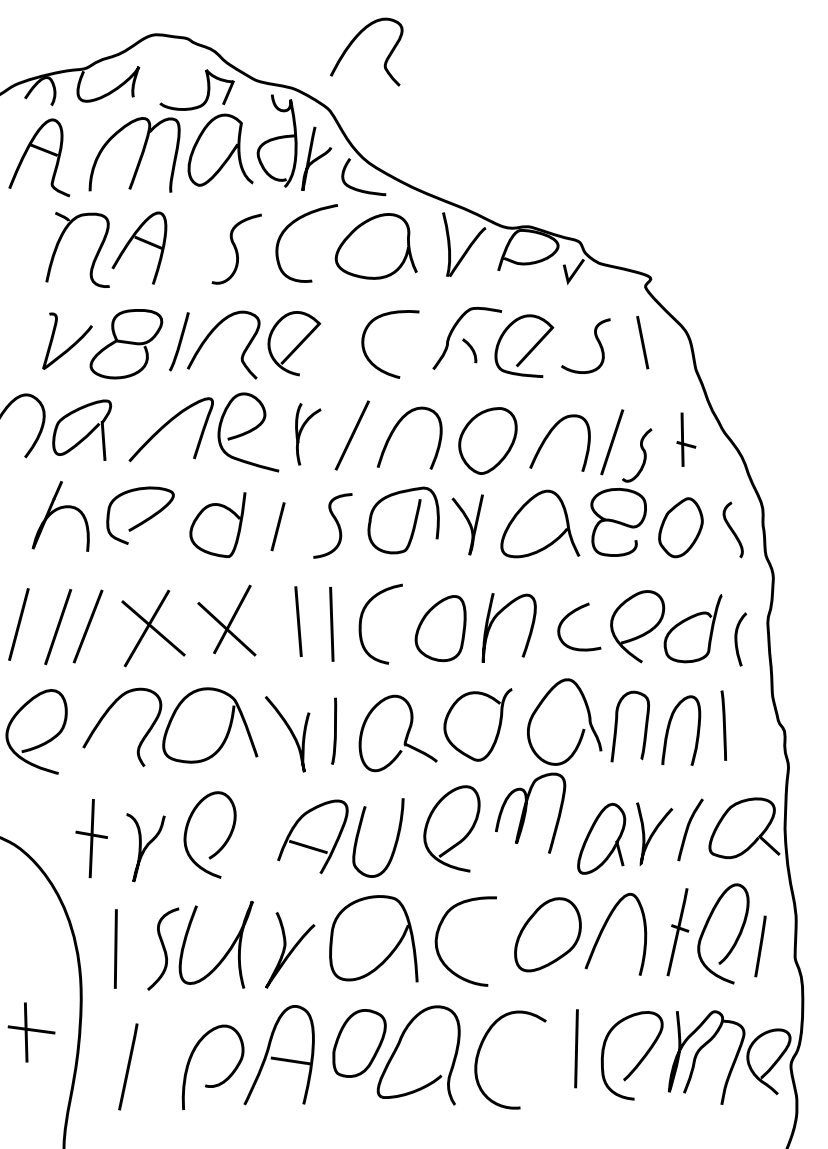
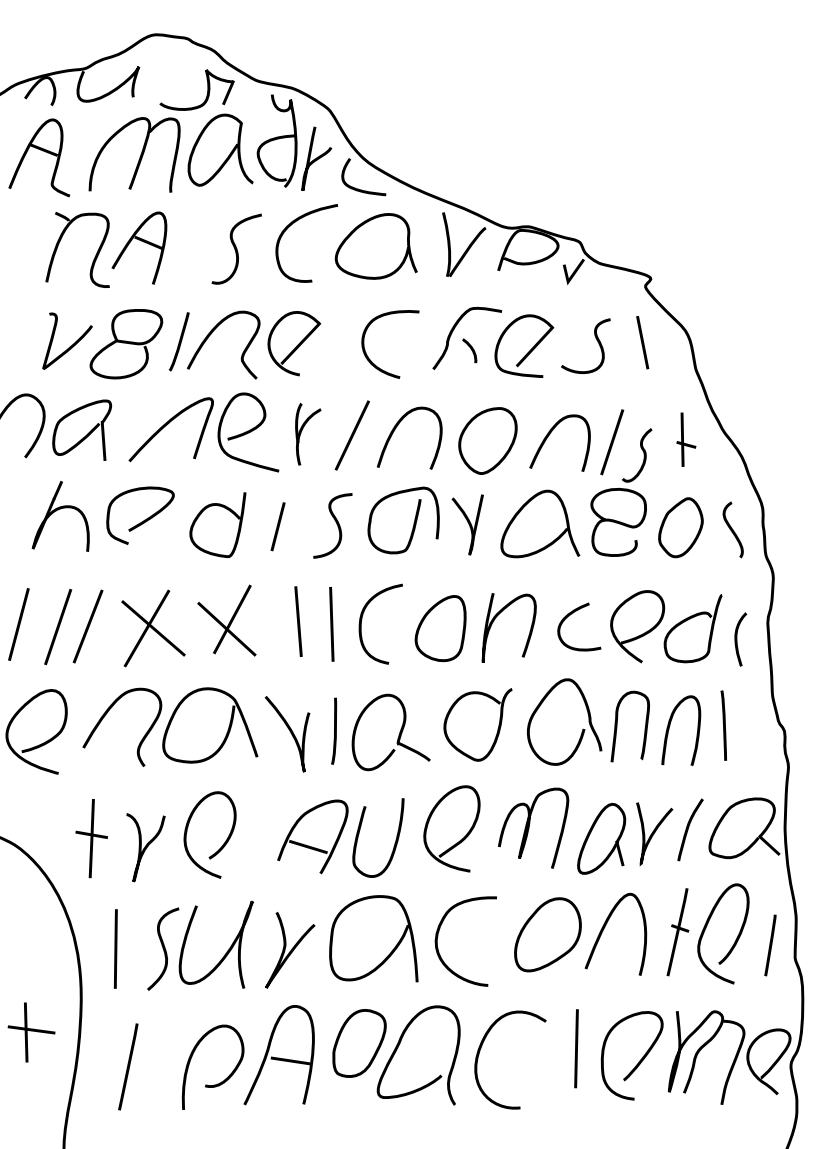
curve at (355, 40): present -> none
curve at (405, 735) position: (405, 735) -> (398, 734)
curve at (526, 812) position: (526, 812) -> (529, 827)
line at (760, 946) position: (760, 946) -> (770, 945)
